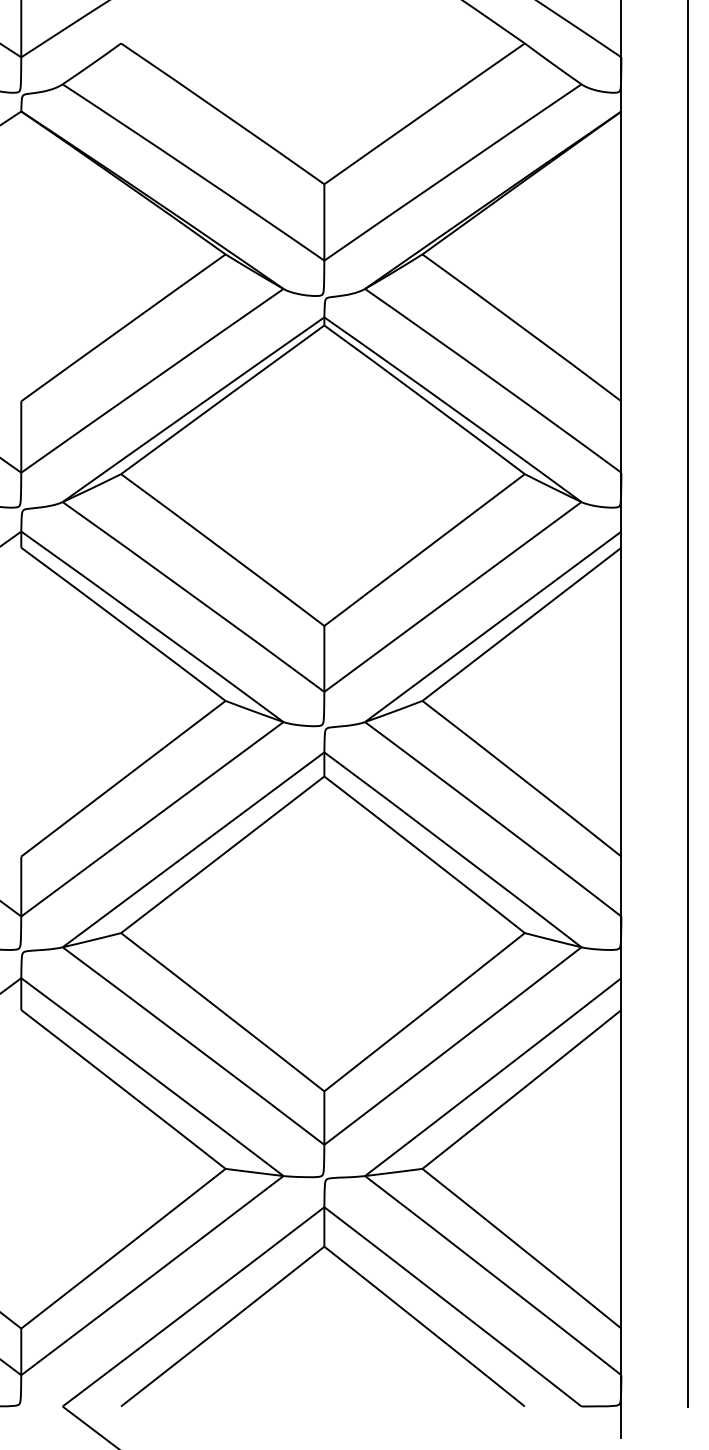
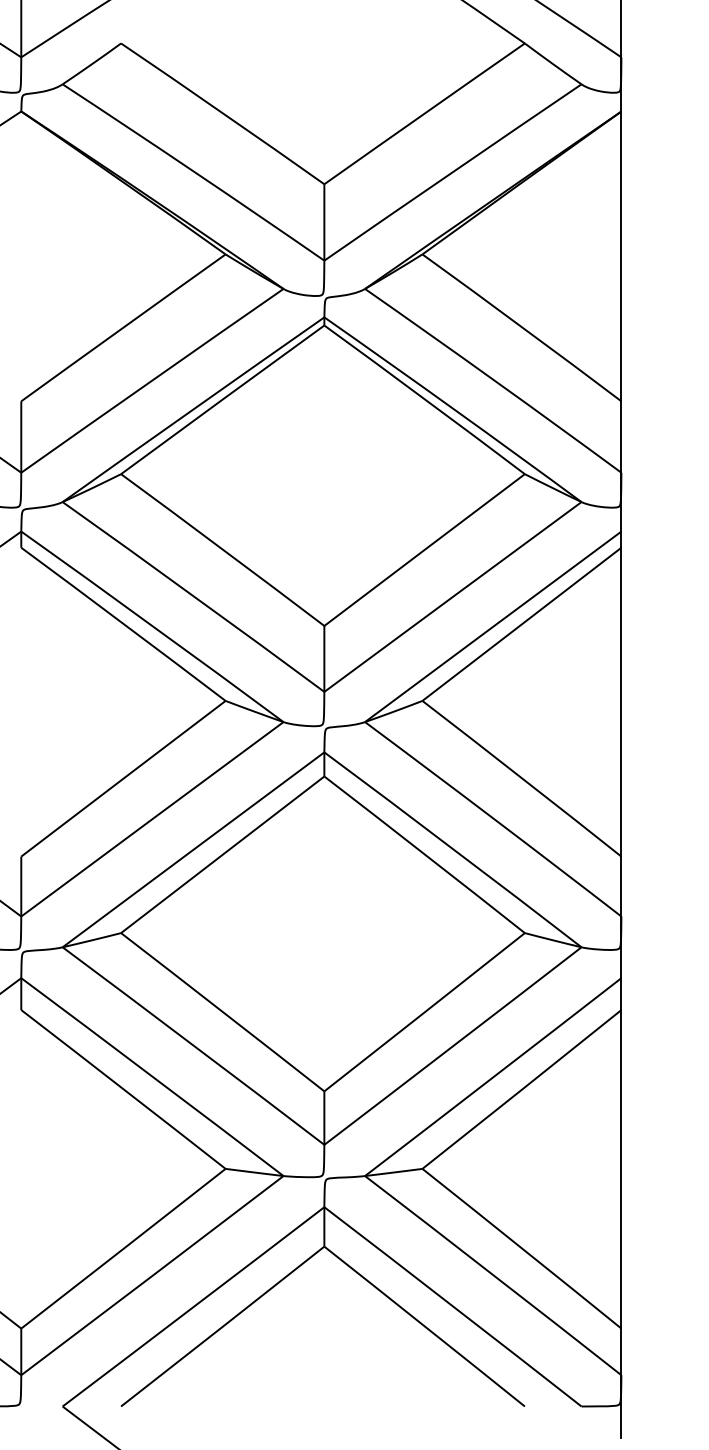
line at (687, 704): present -> none
